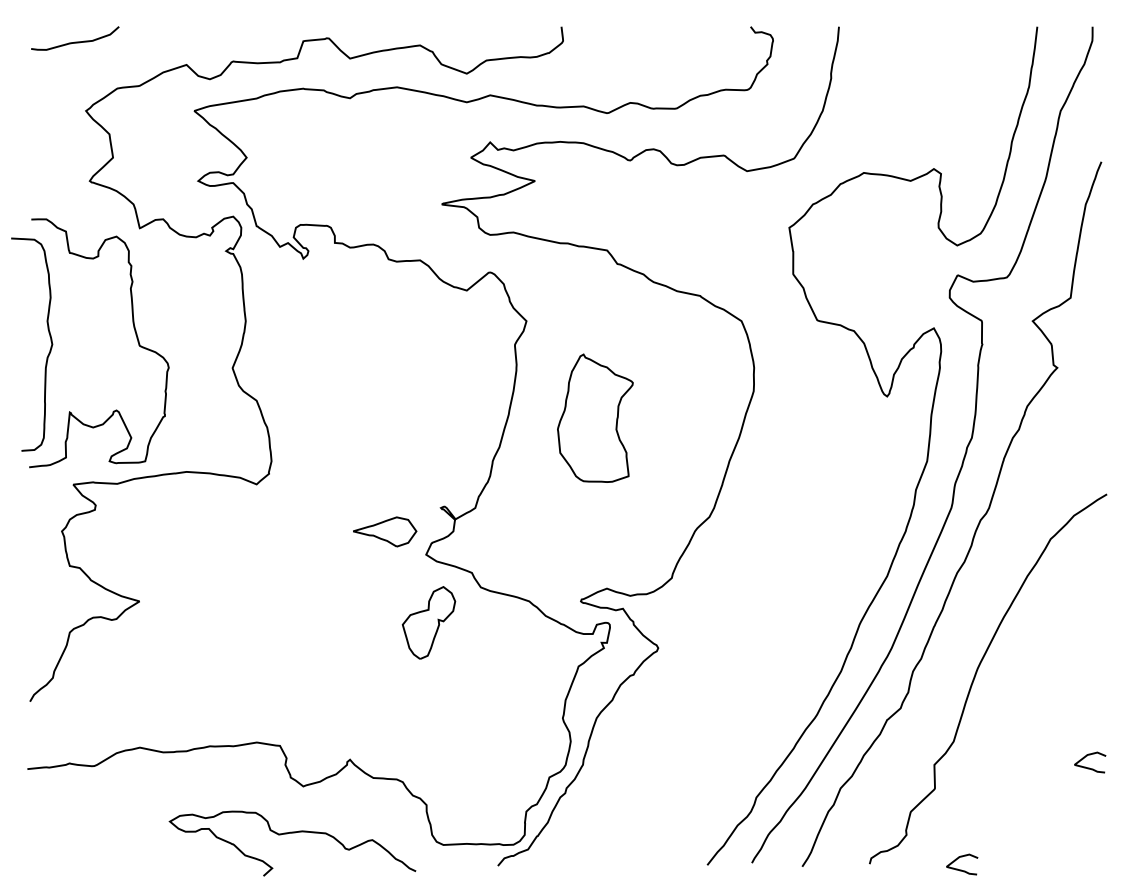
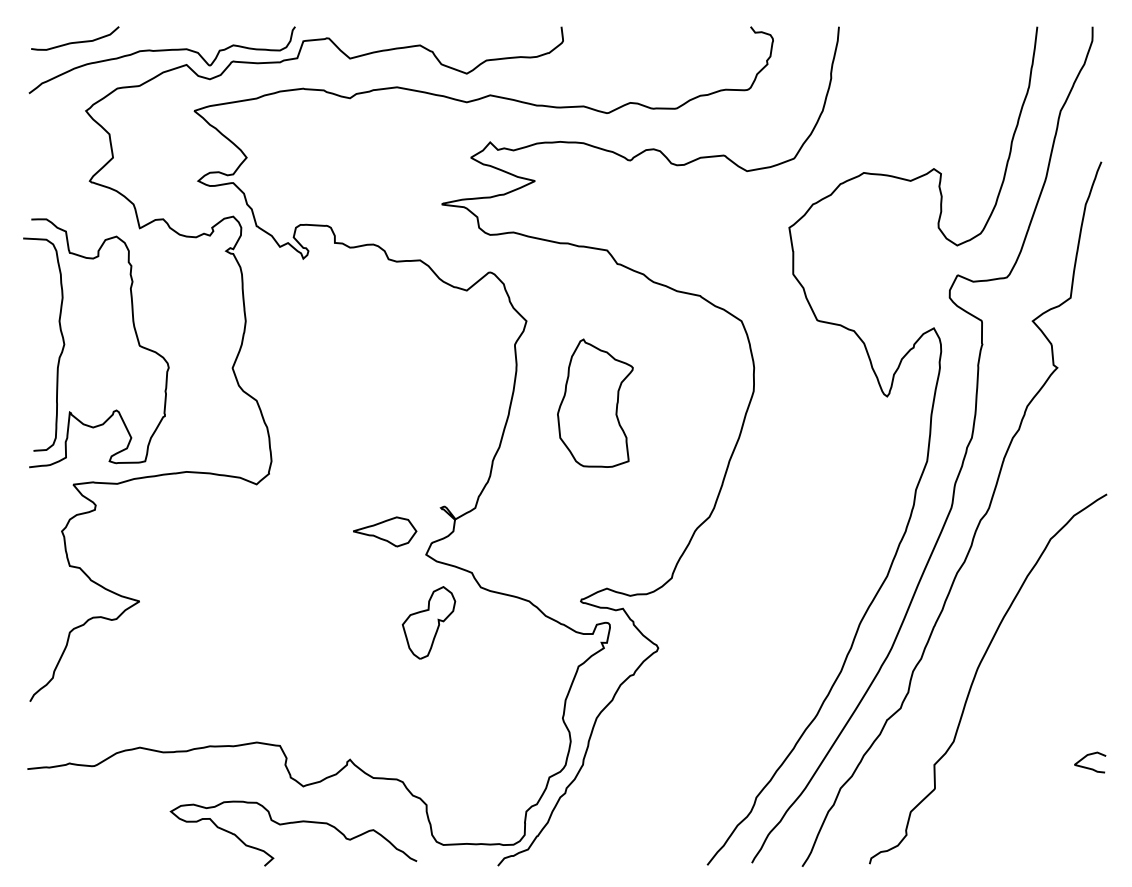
curve at (161, 51): none -> present
curve at (49, 350) position: (49, 350) -> (61, 350)
part at (595, 417) position: (595, 417) -> (595, 402)
curve at (292, 833) position: (292, 833) -> (293, 823)
curve at (961, 869): present -> none
